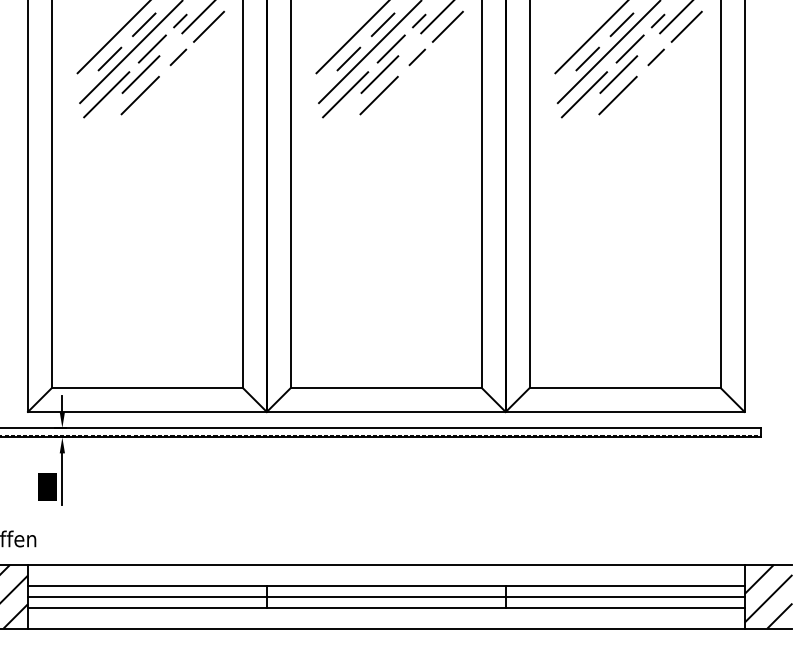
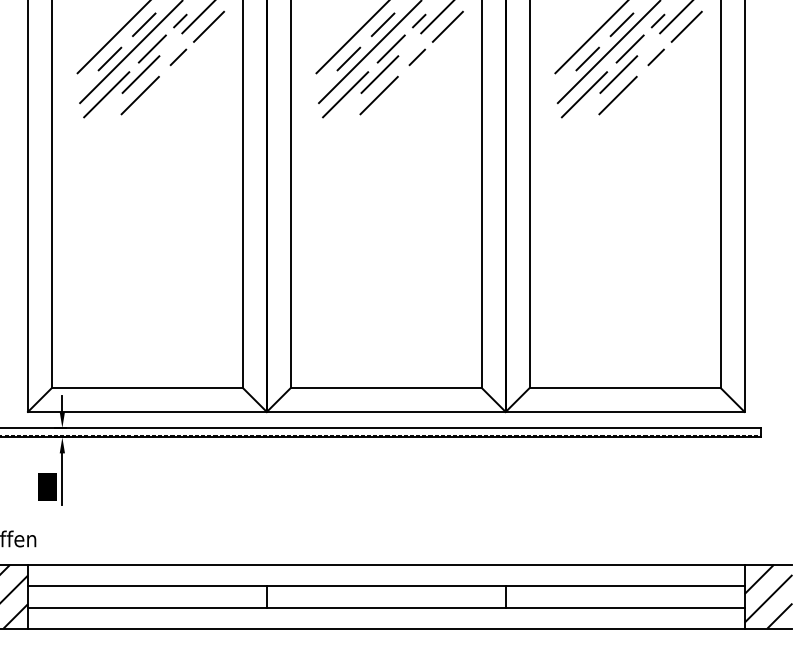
line at (385, 596): present -> none
